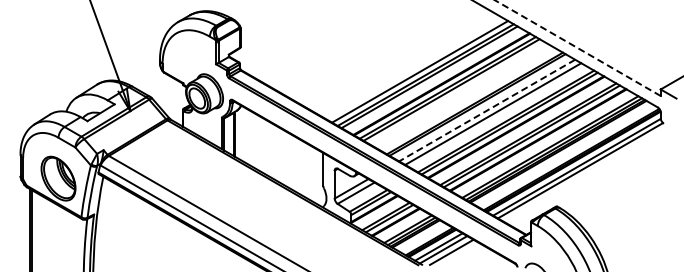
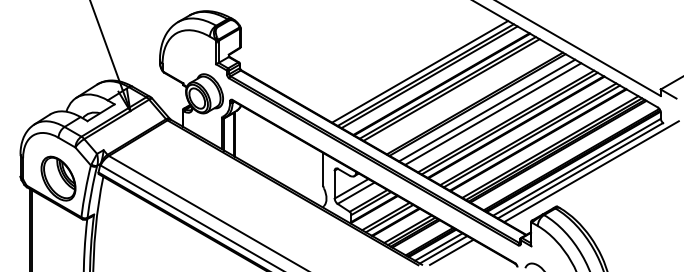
line at (577, 48): dashed -> solid
line at (487, 110): dashed -> solid
line at (591, 171): none -> present
